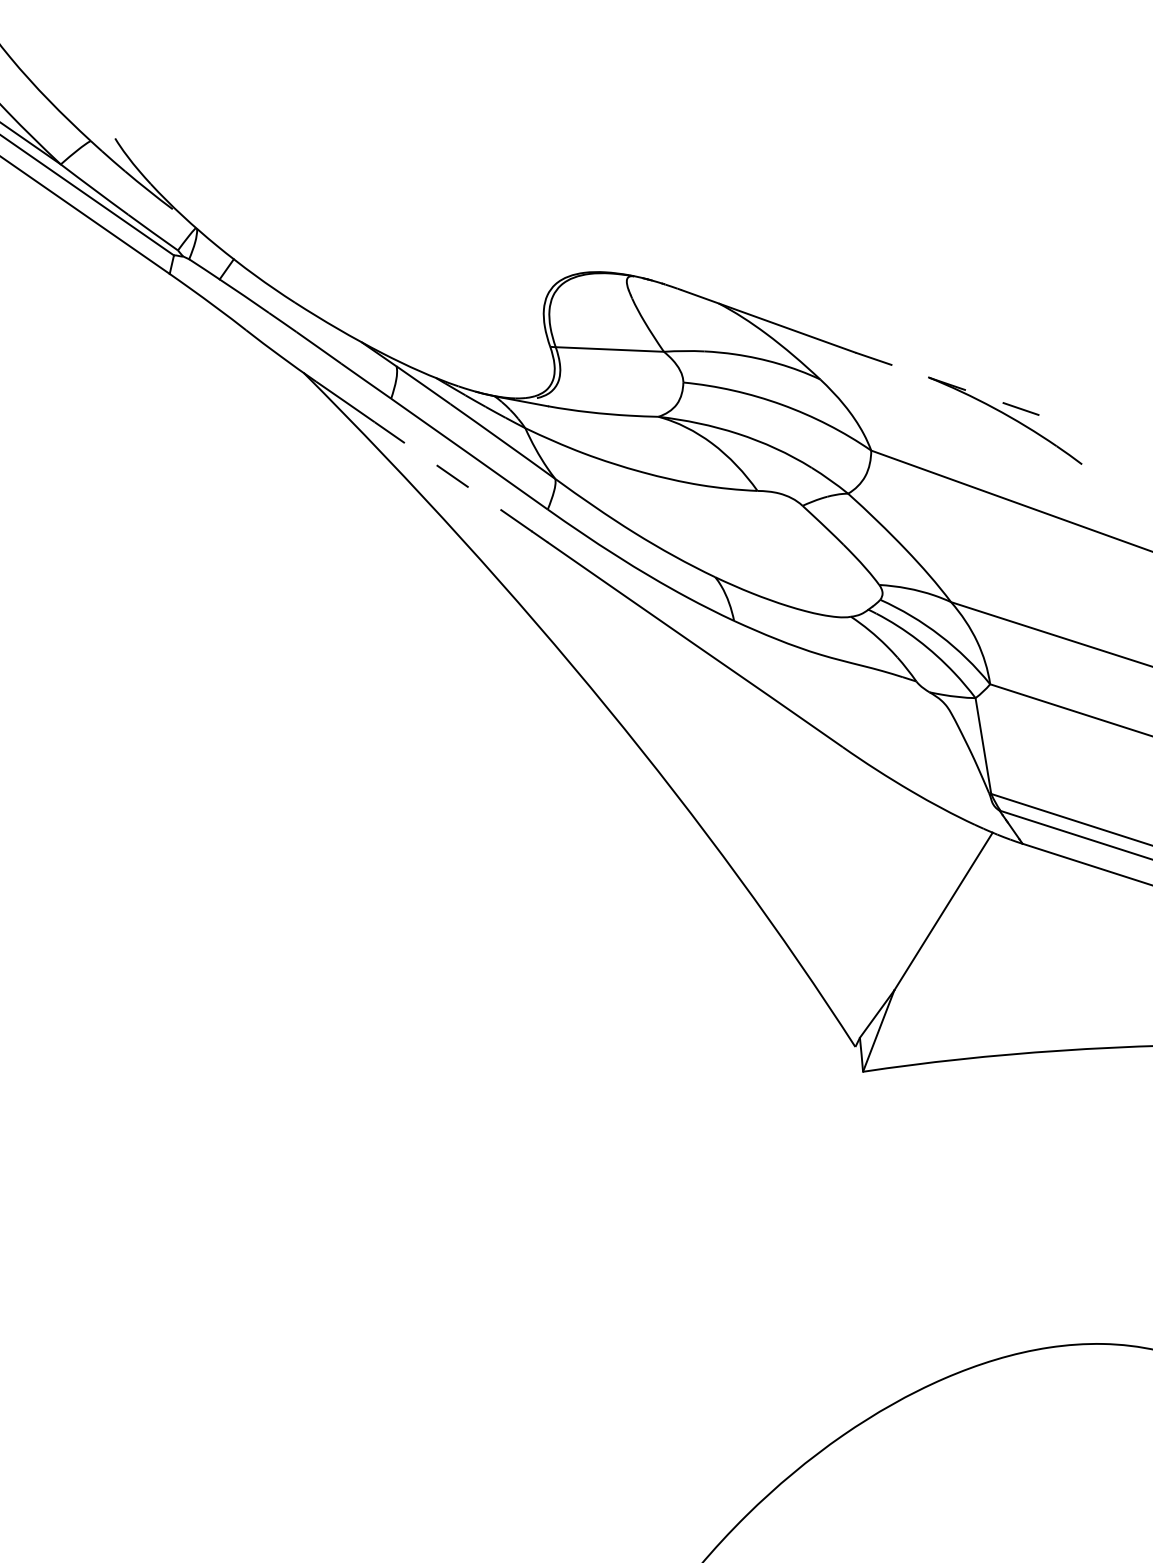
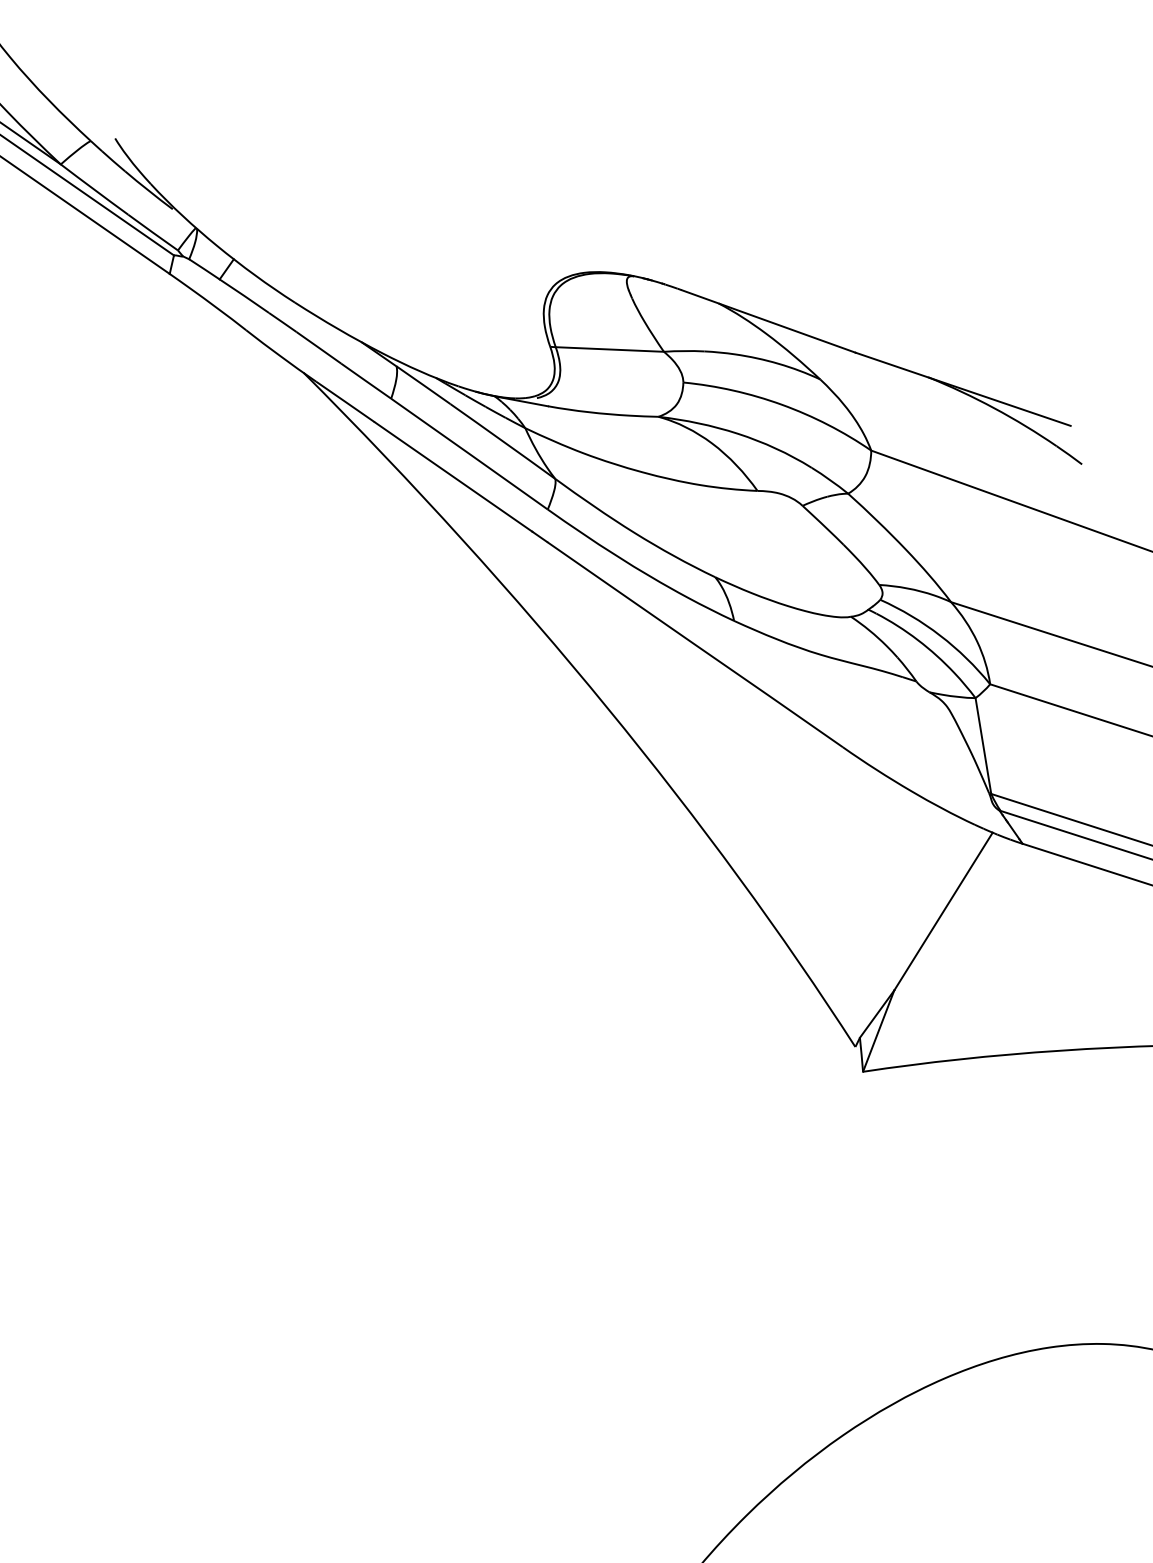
line at (963, 389): dashed -> solid
line at (453, 476): dashed -> solid
